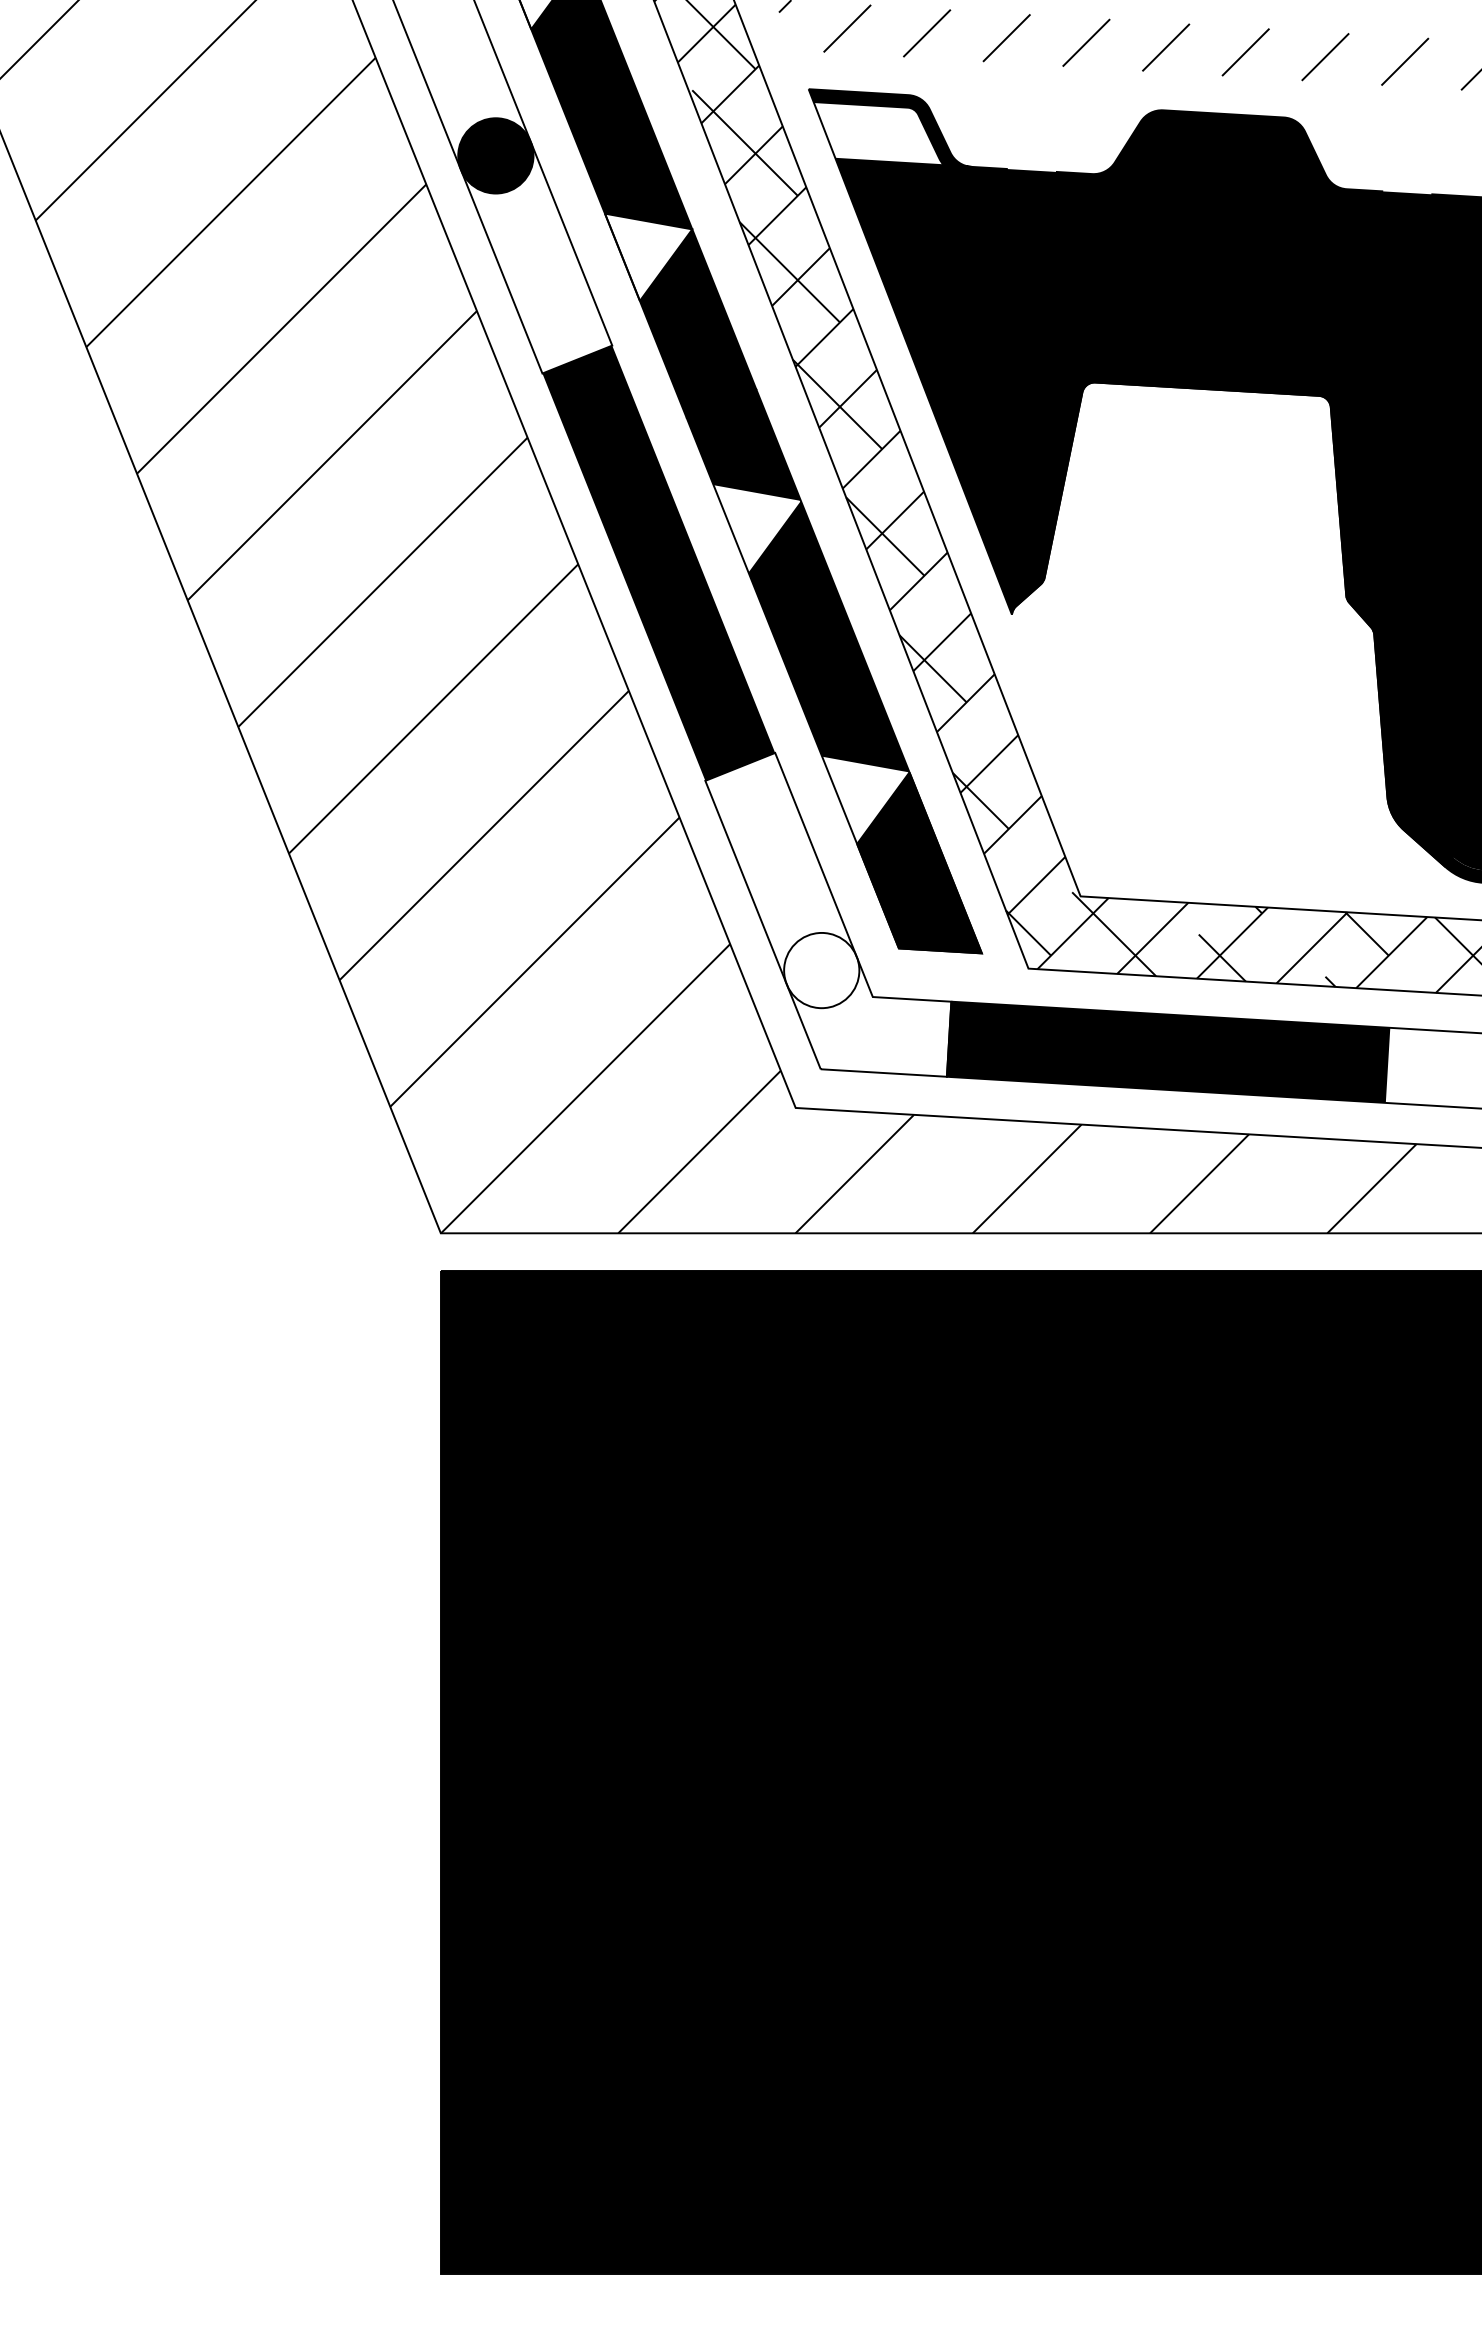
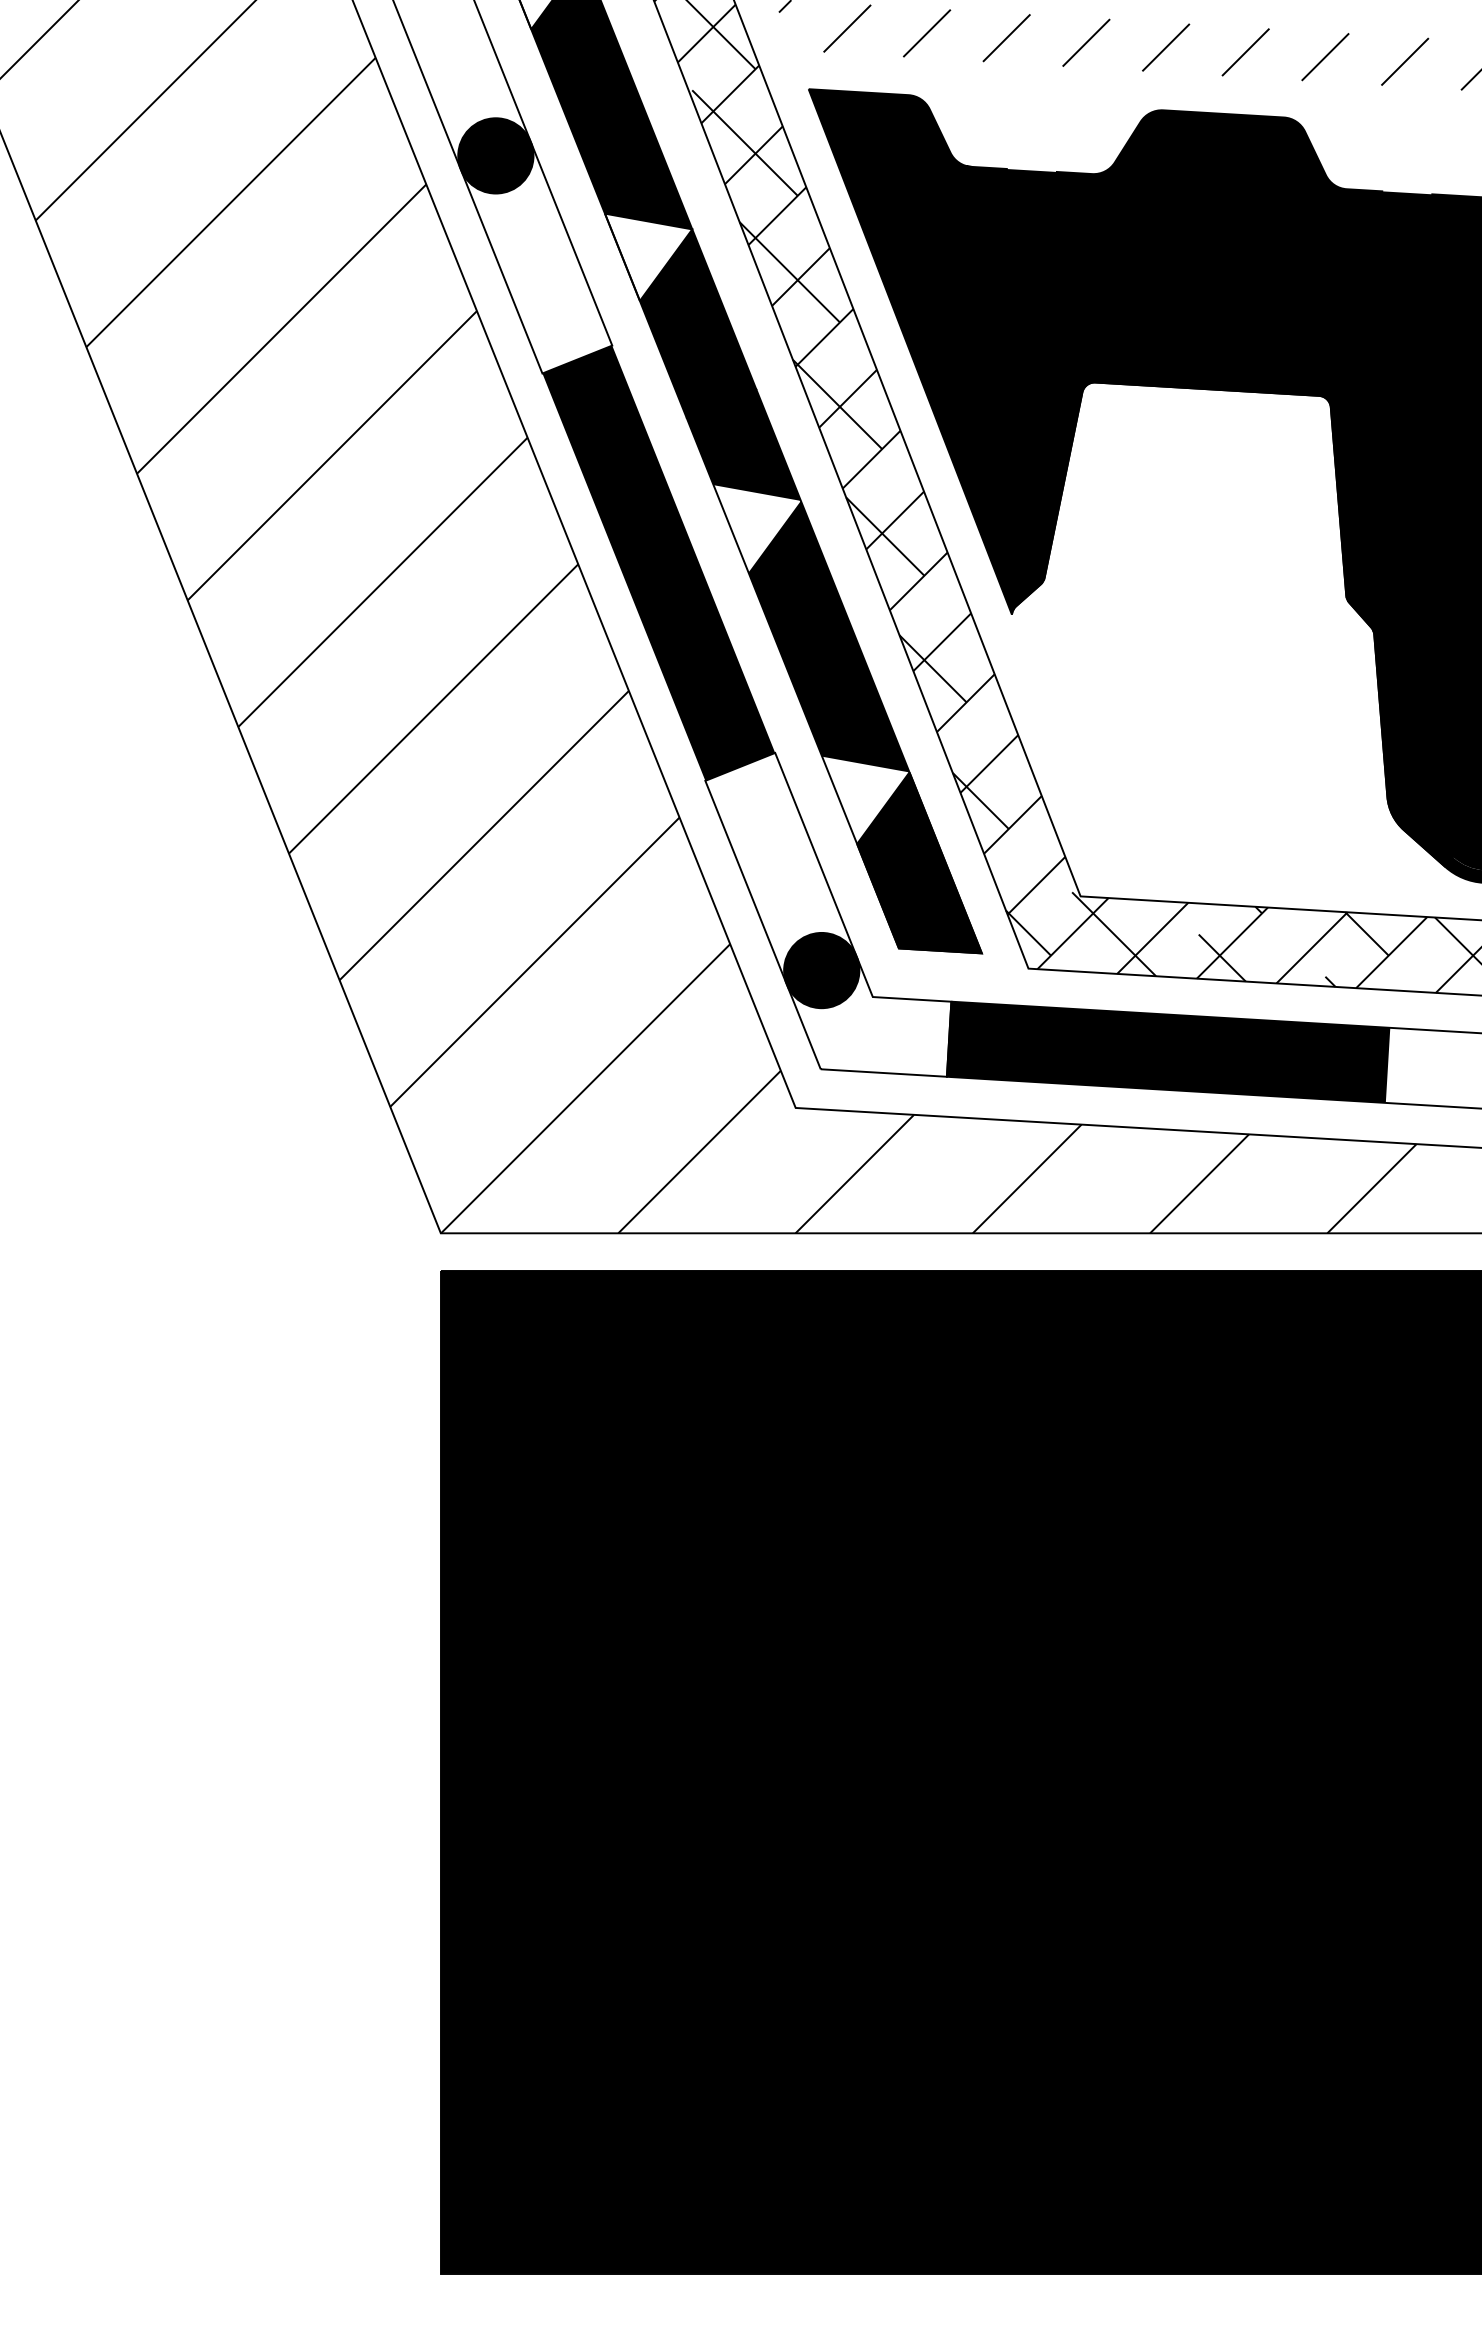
fill at (878, 133): none -> present
fill at (821, 970): none -> present
